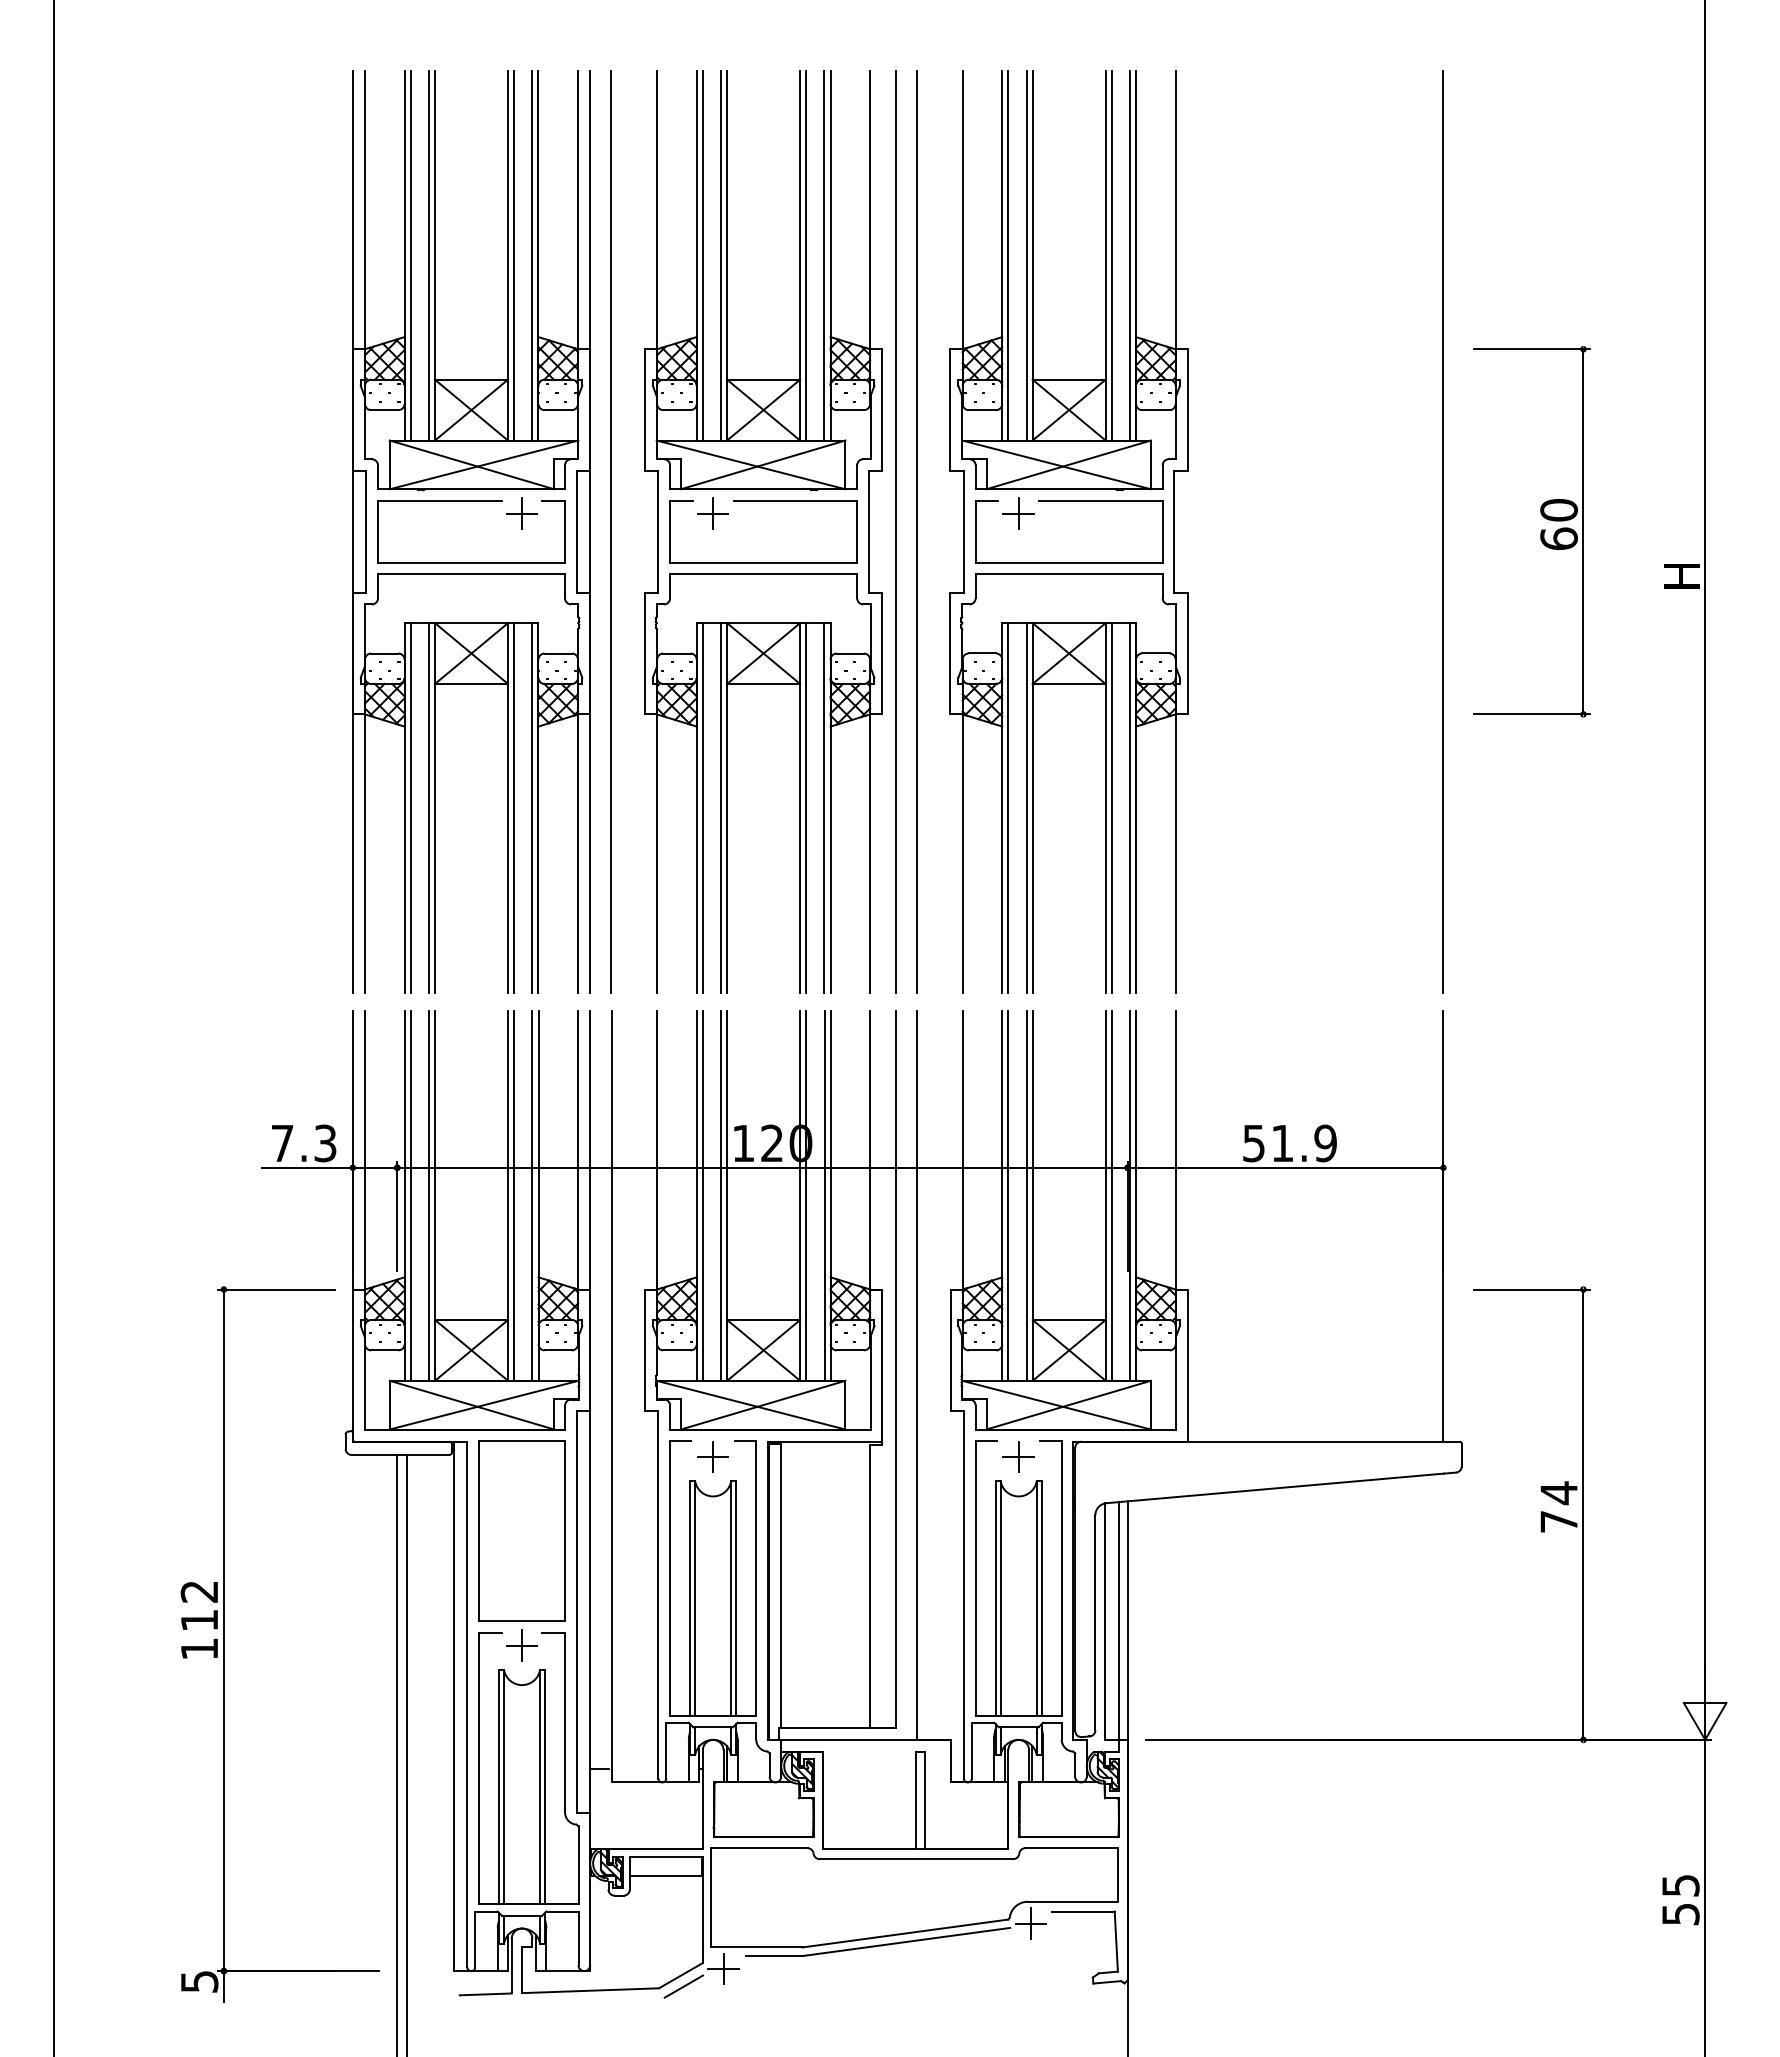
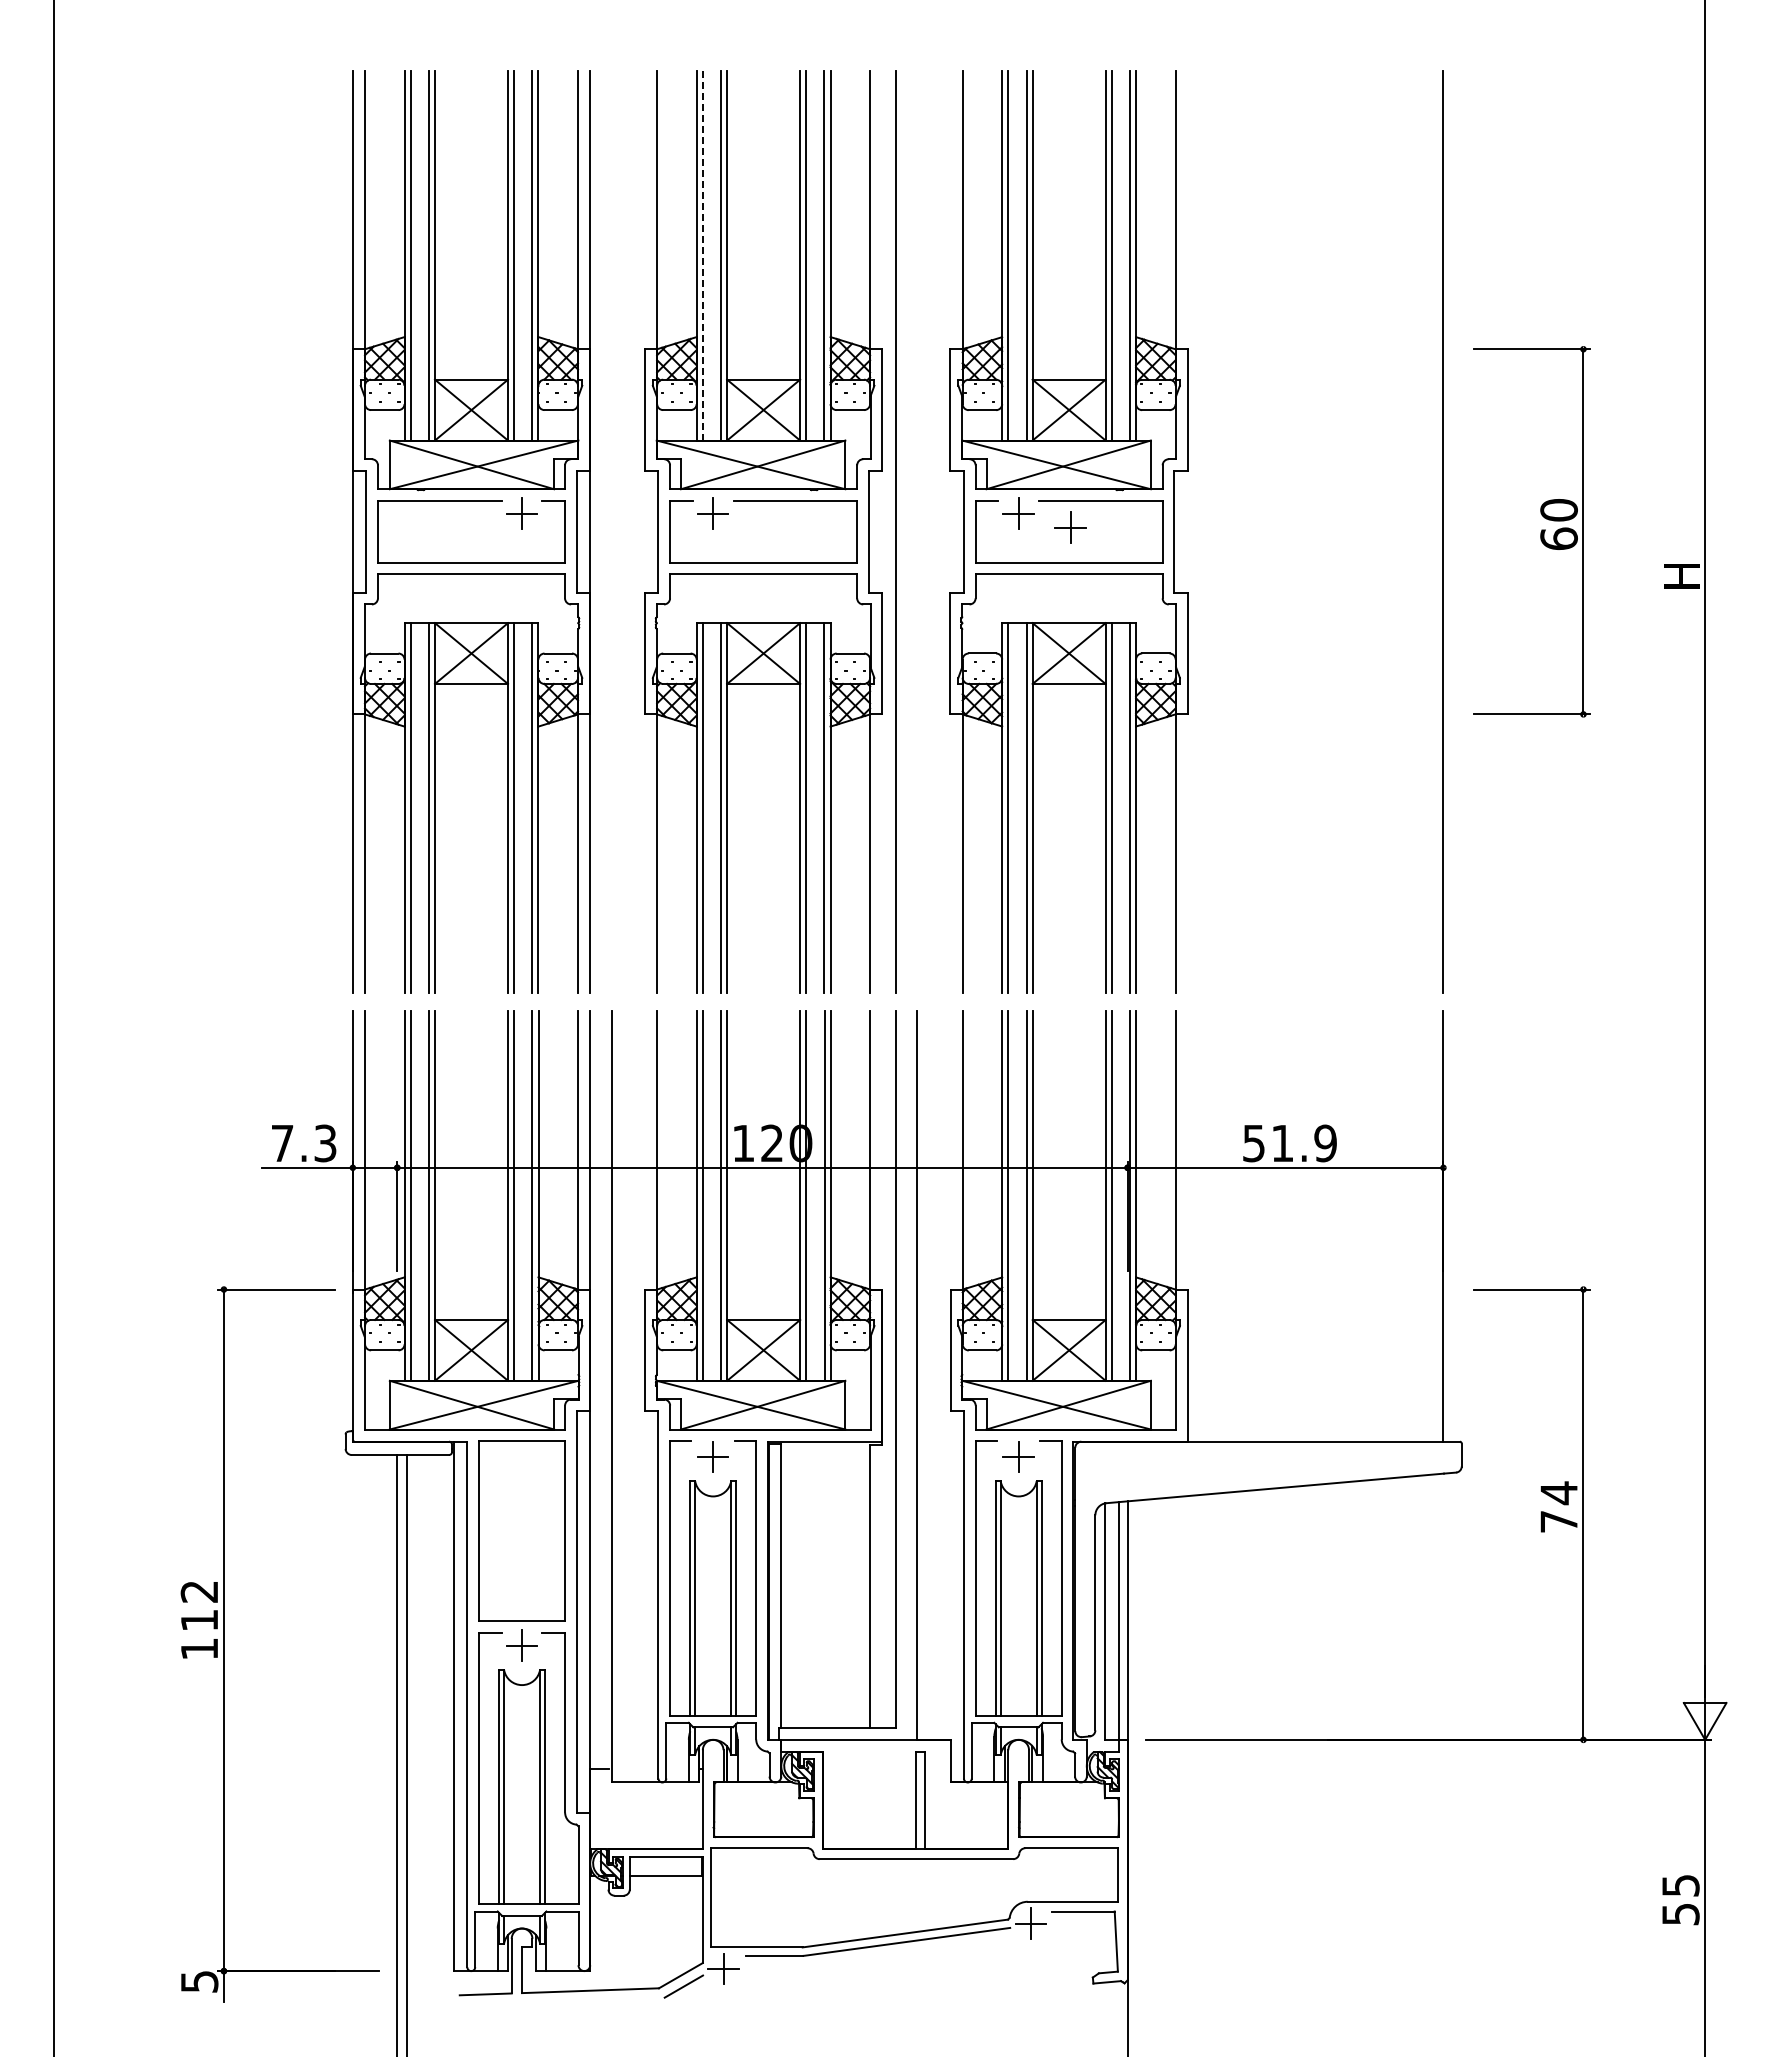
line at (702, 255): solid -> dashed
part at (1070, 527): none -> present
line at (611, 531): present -> none
line at (916, 531): present -> none
